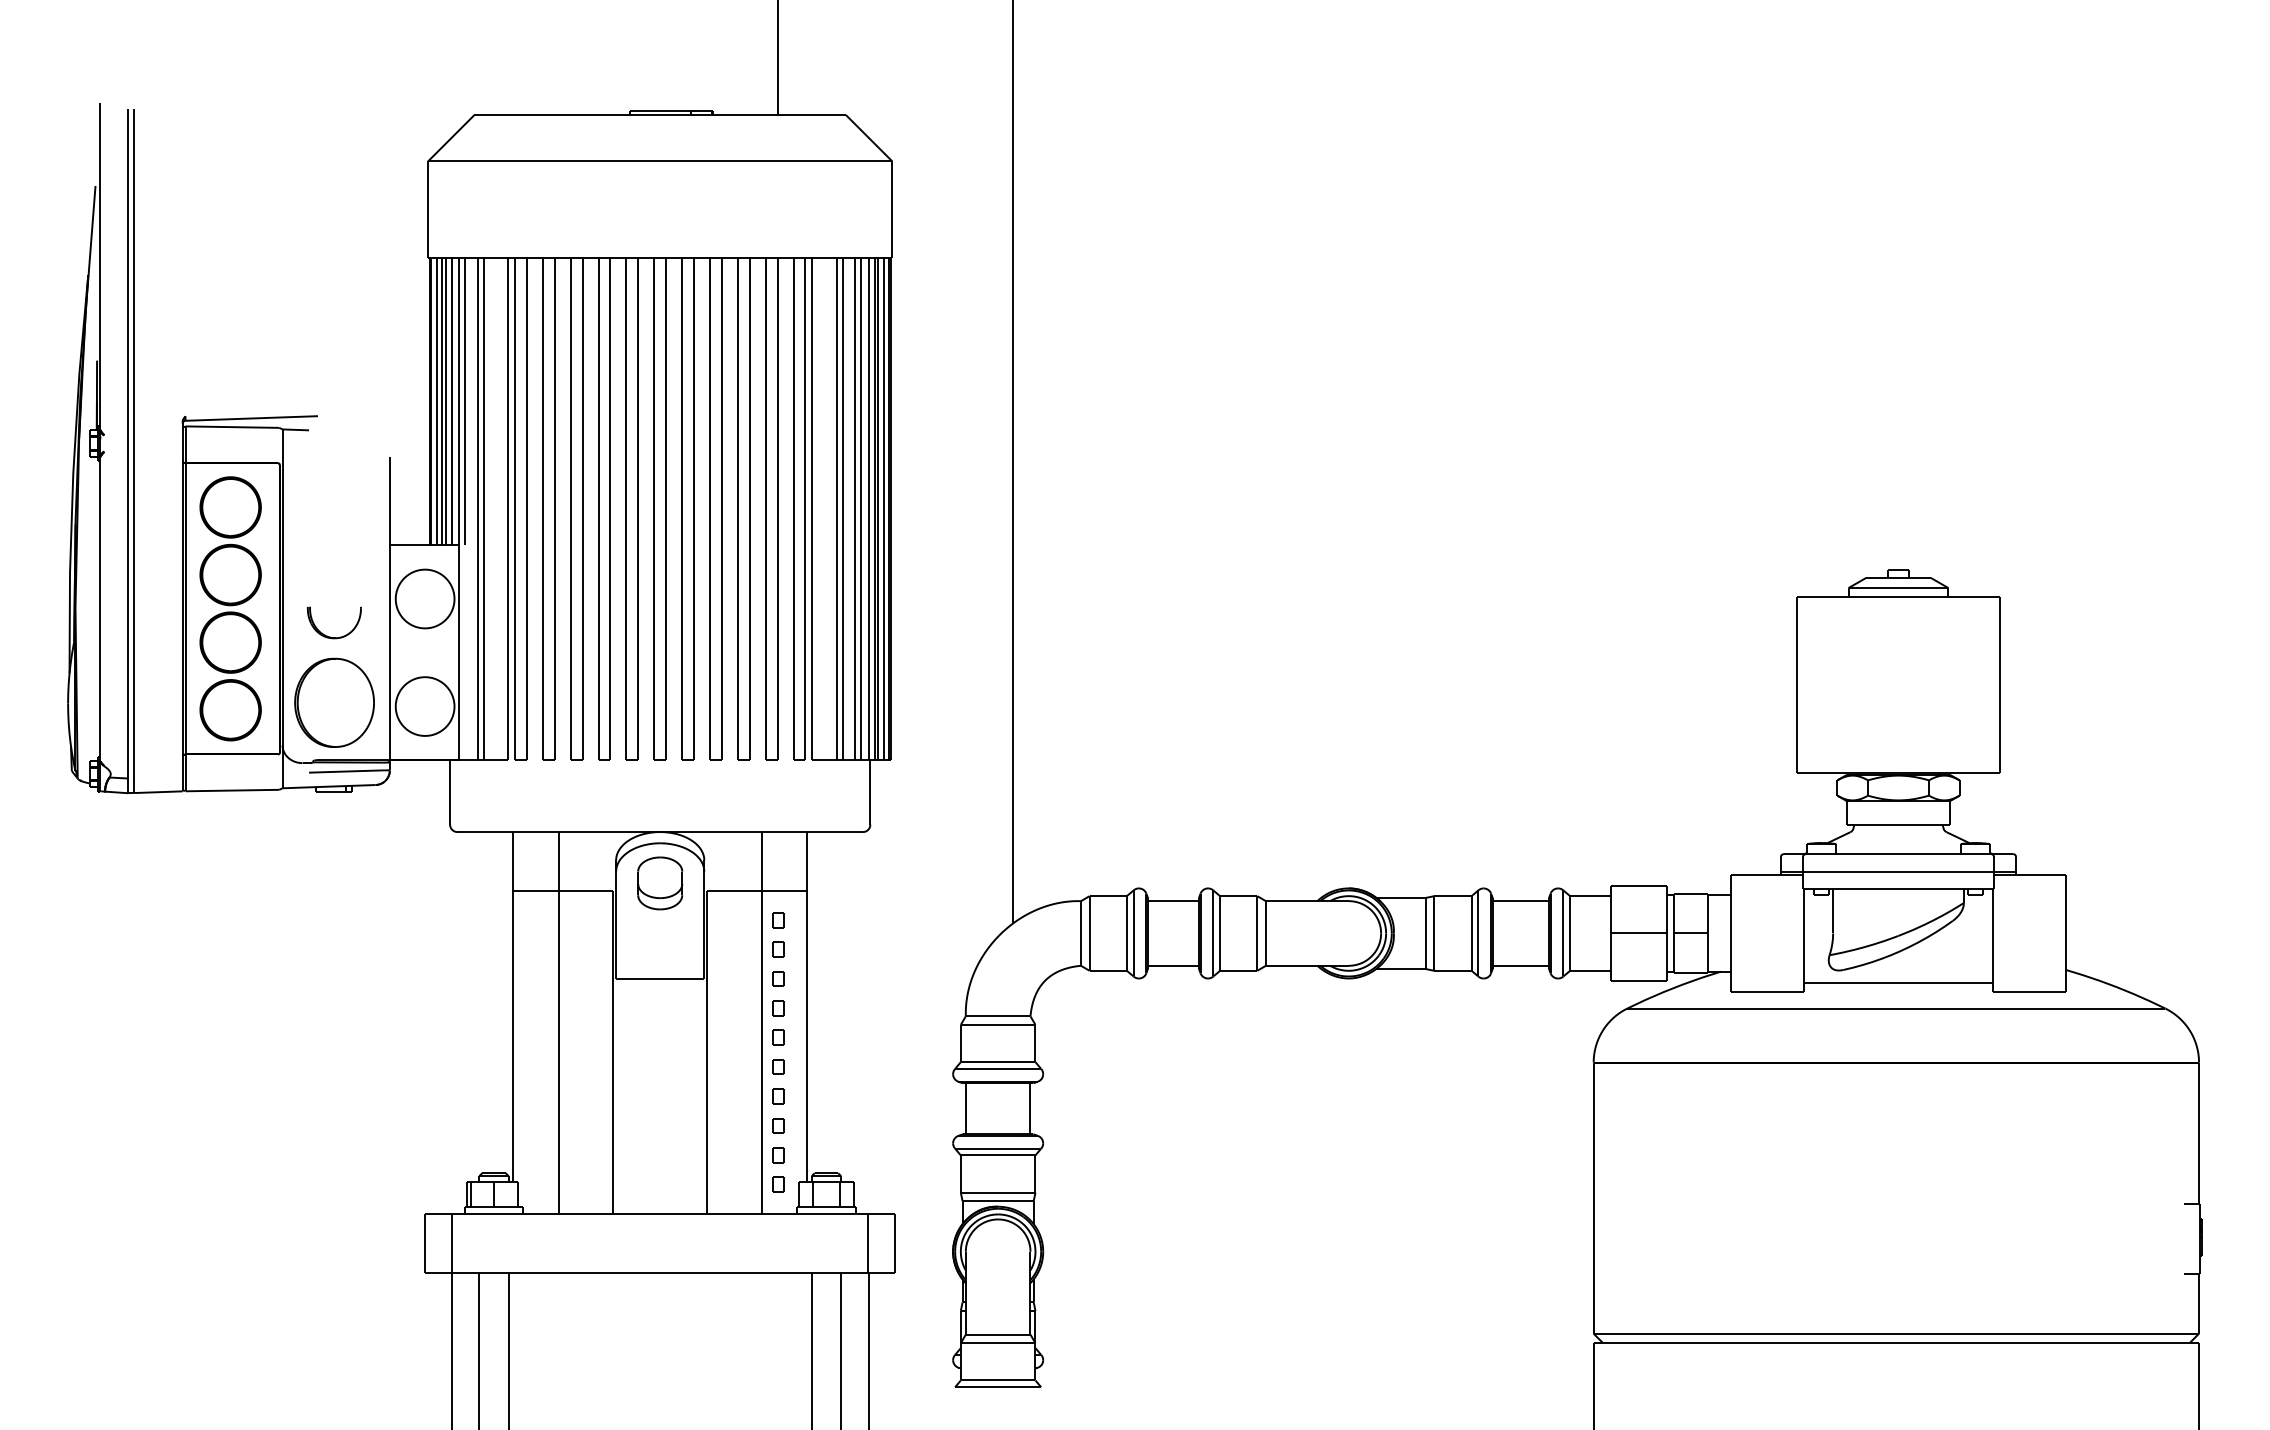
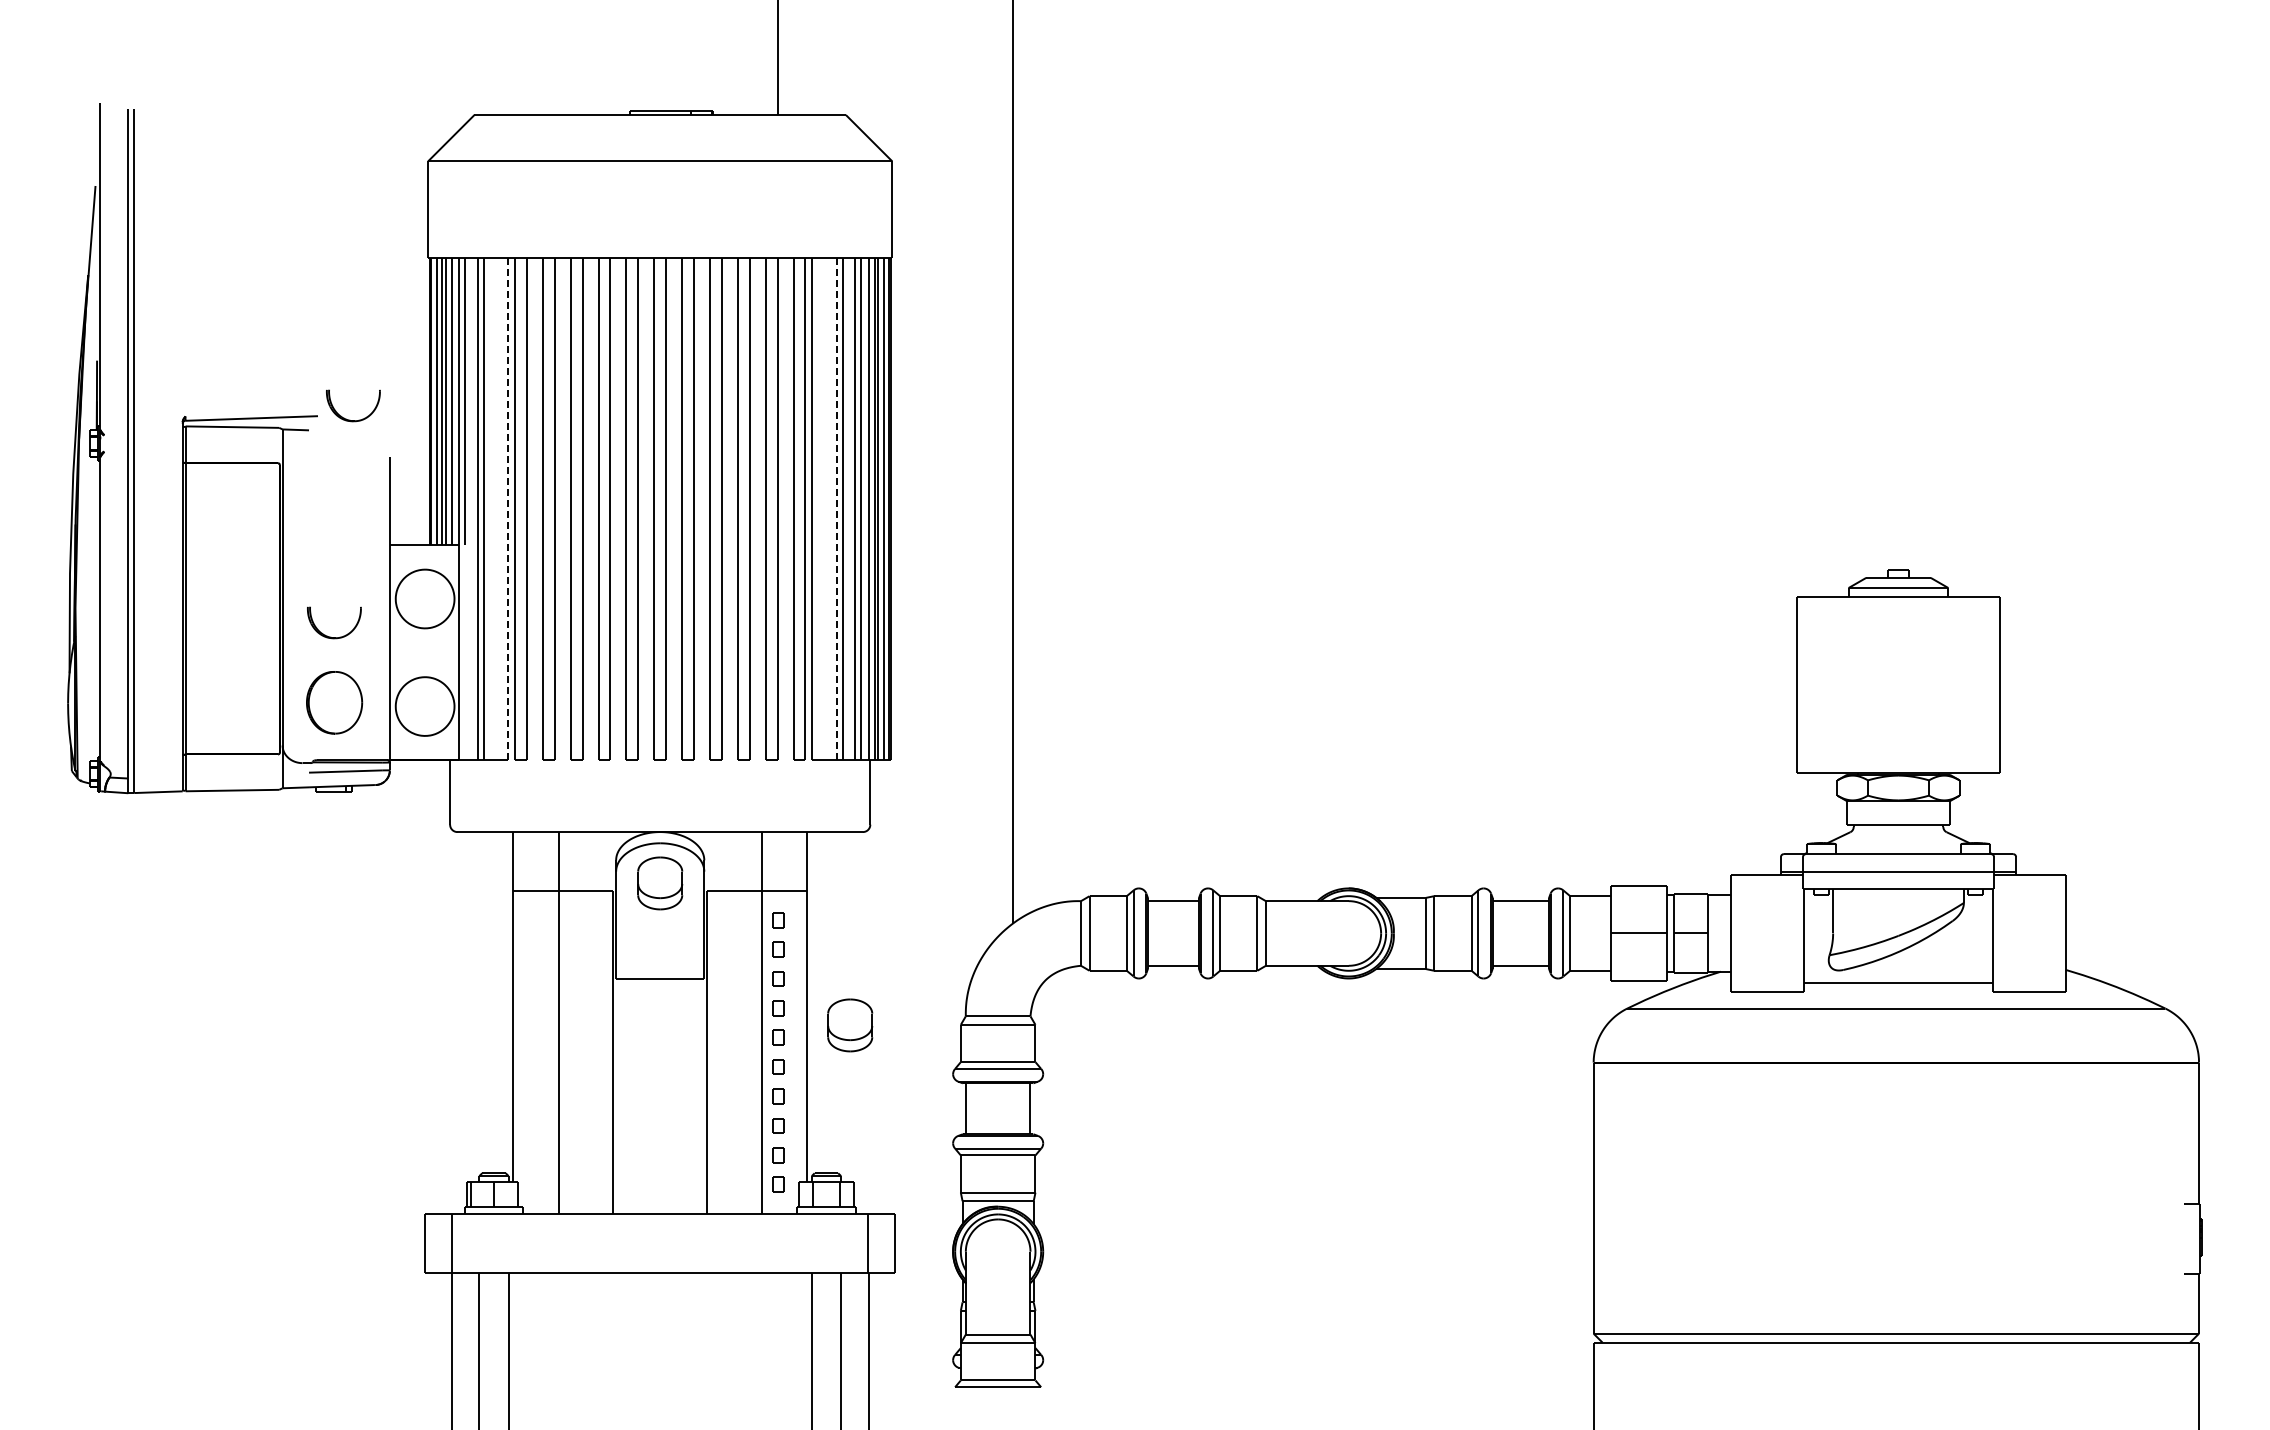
part at (349, 419): none -> present
line at (508, 509): solid -> dashed
line at (836, 509): solid -> dashed
part at (230, 608): present -> none
part at (334, 702) size: 81x91 px -> 58x64 px
part at (850, 1025): none -> present
